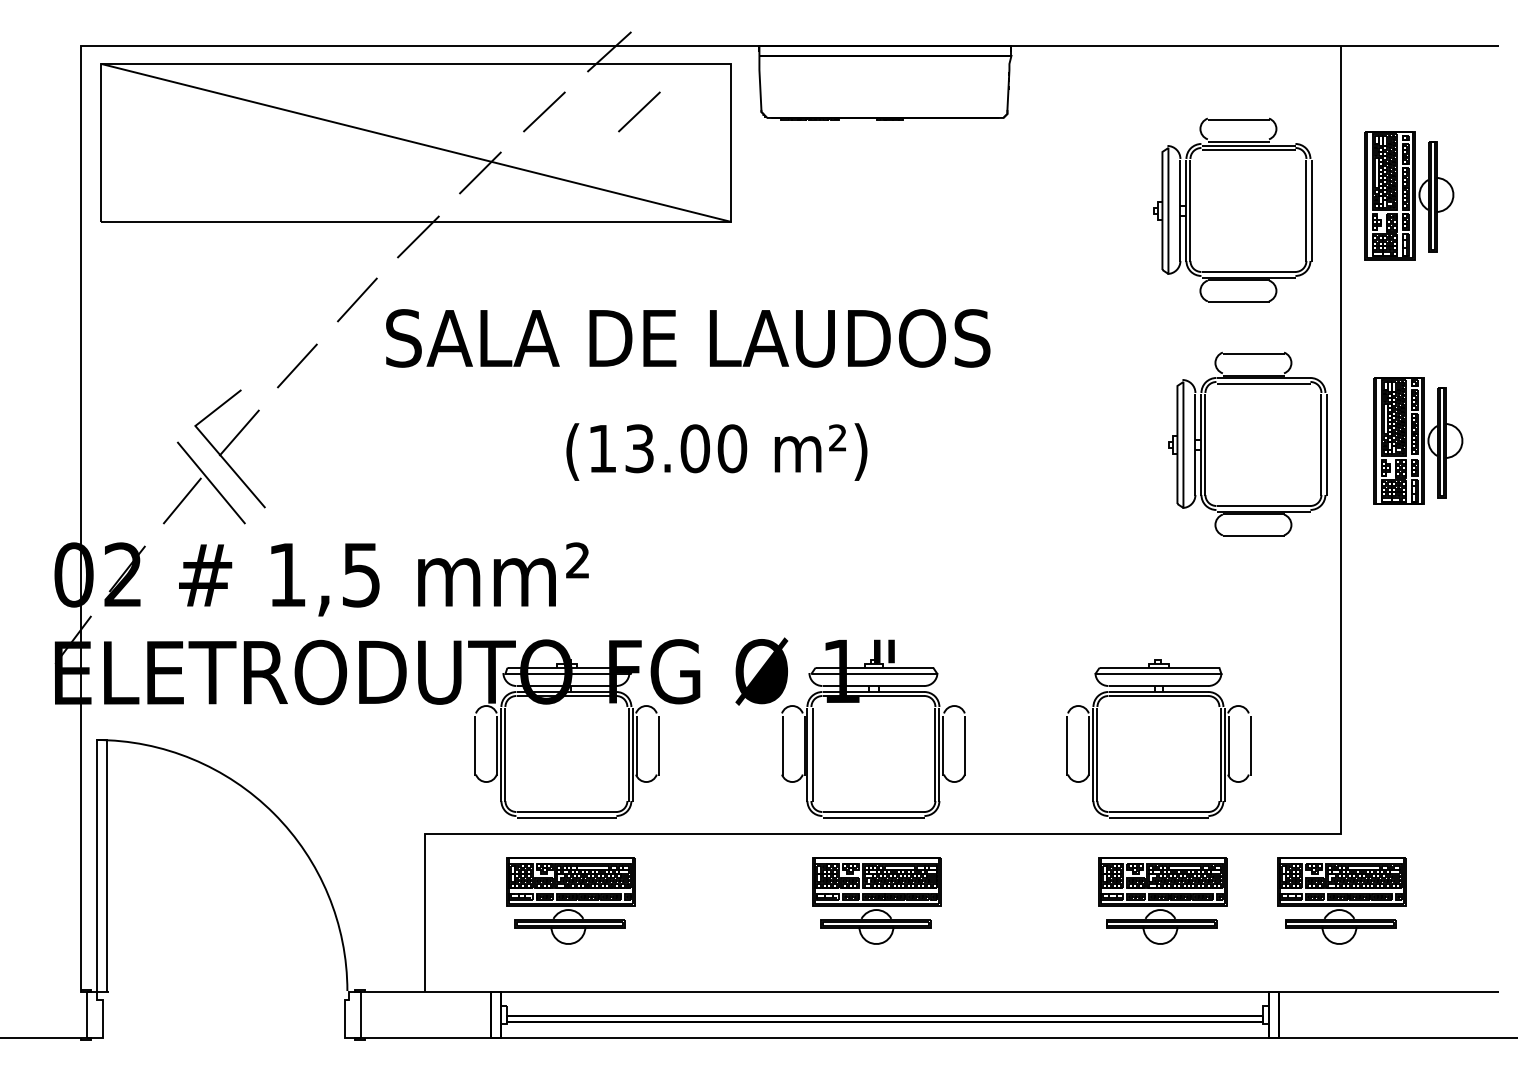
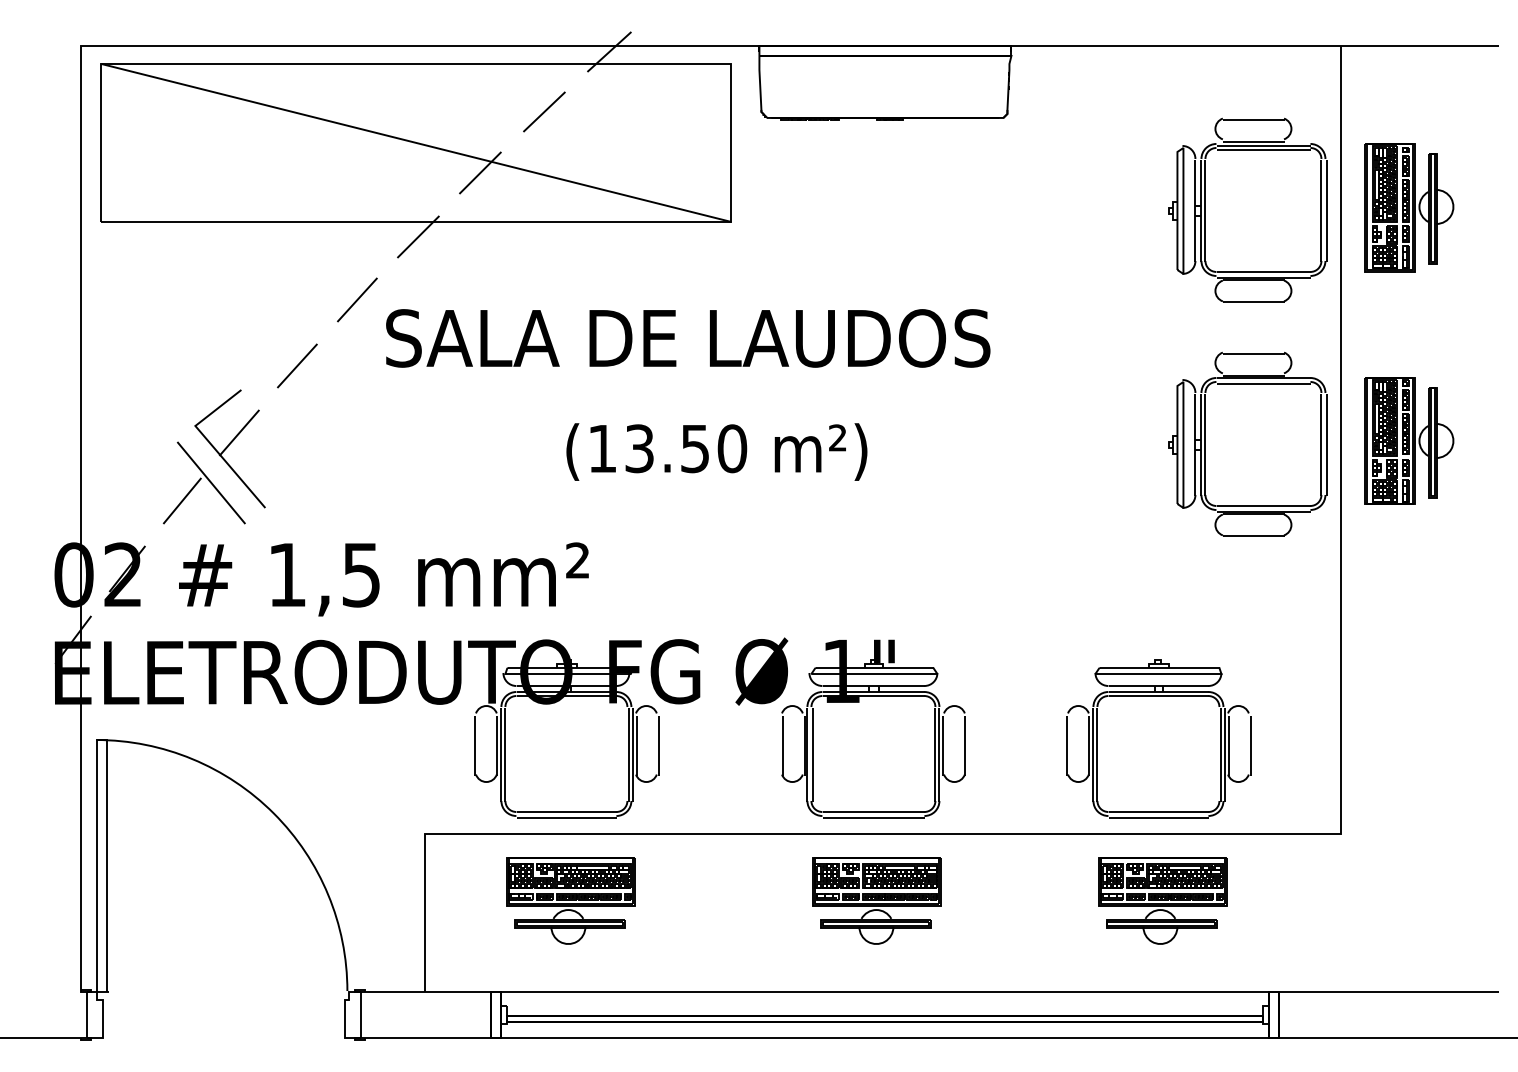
line at (639, 111): present -> none
part at (1409, 195) position: (1409, 195) -> (1409, 207)
part at (1190, 209) position: (1190, 209) -> (1205, 209)
part at (1418, 440) position: (1418, 440) -> (1409, 440)
text at (694, 448): (13.00 -> (13.50
part at (1341, 900): present -> none
